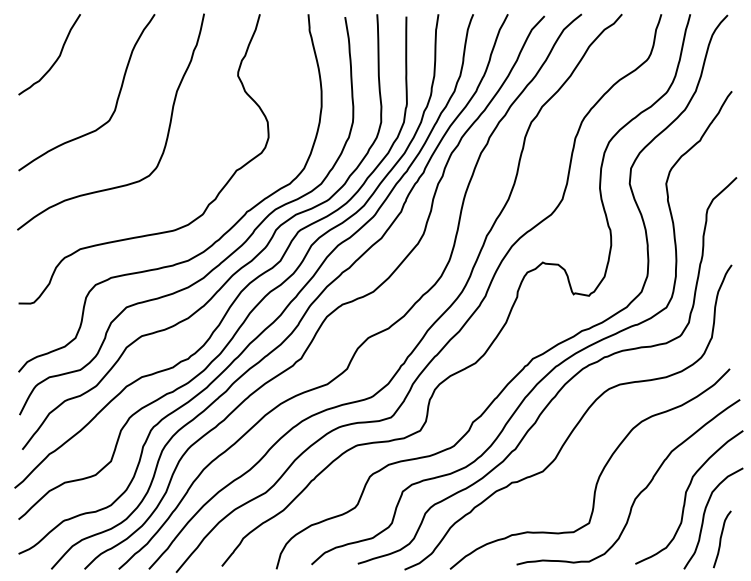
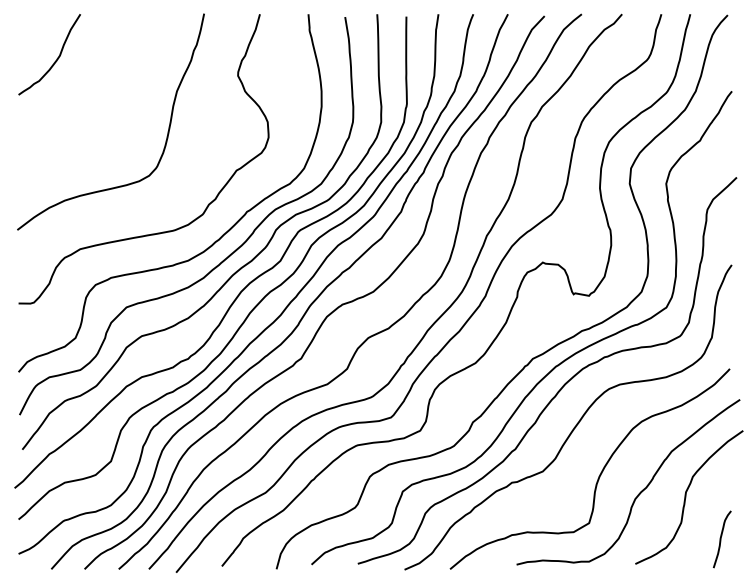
curve at (116, 99): present -> none
curve at (704, 518): present -> none
